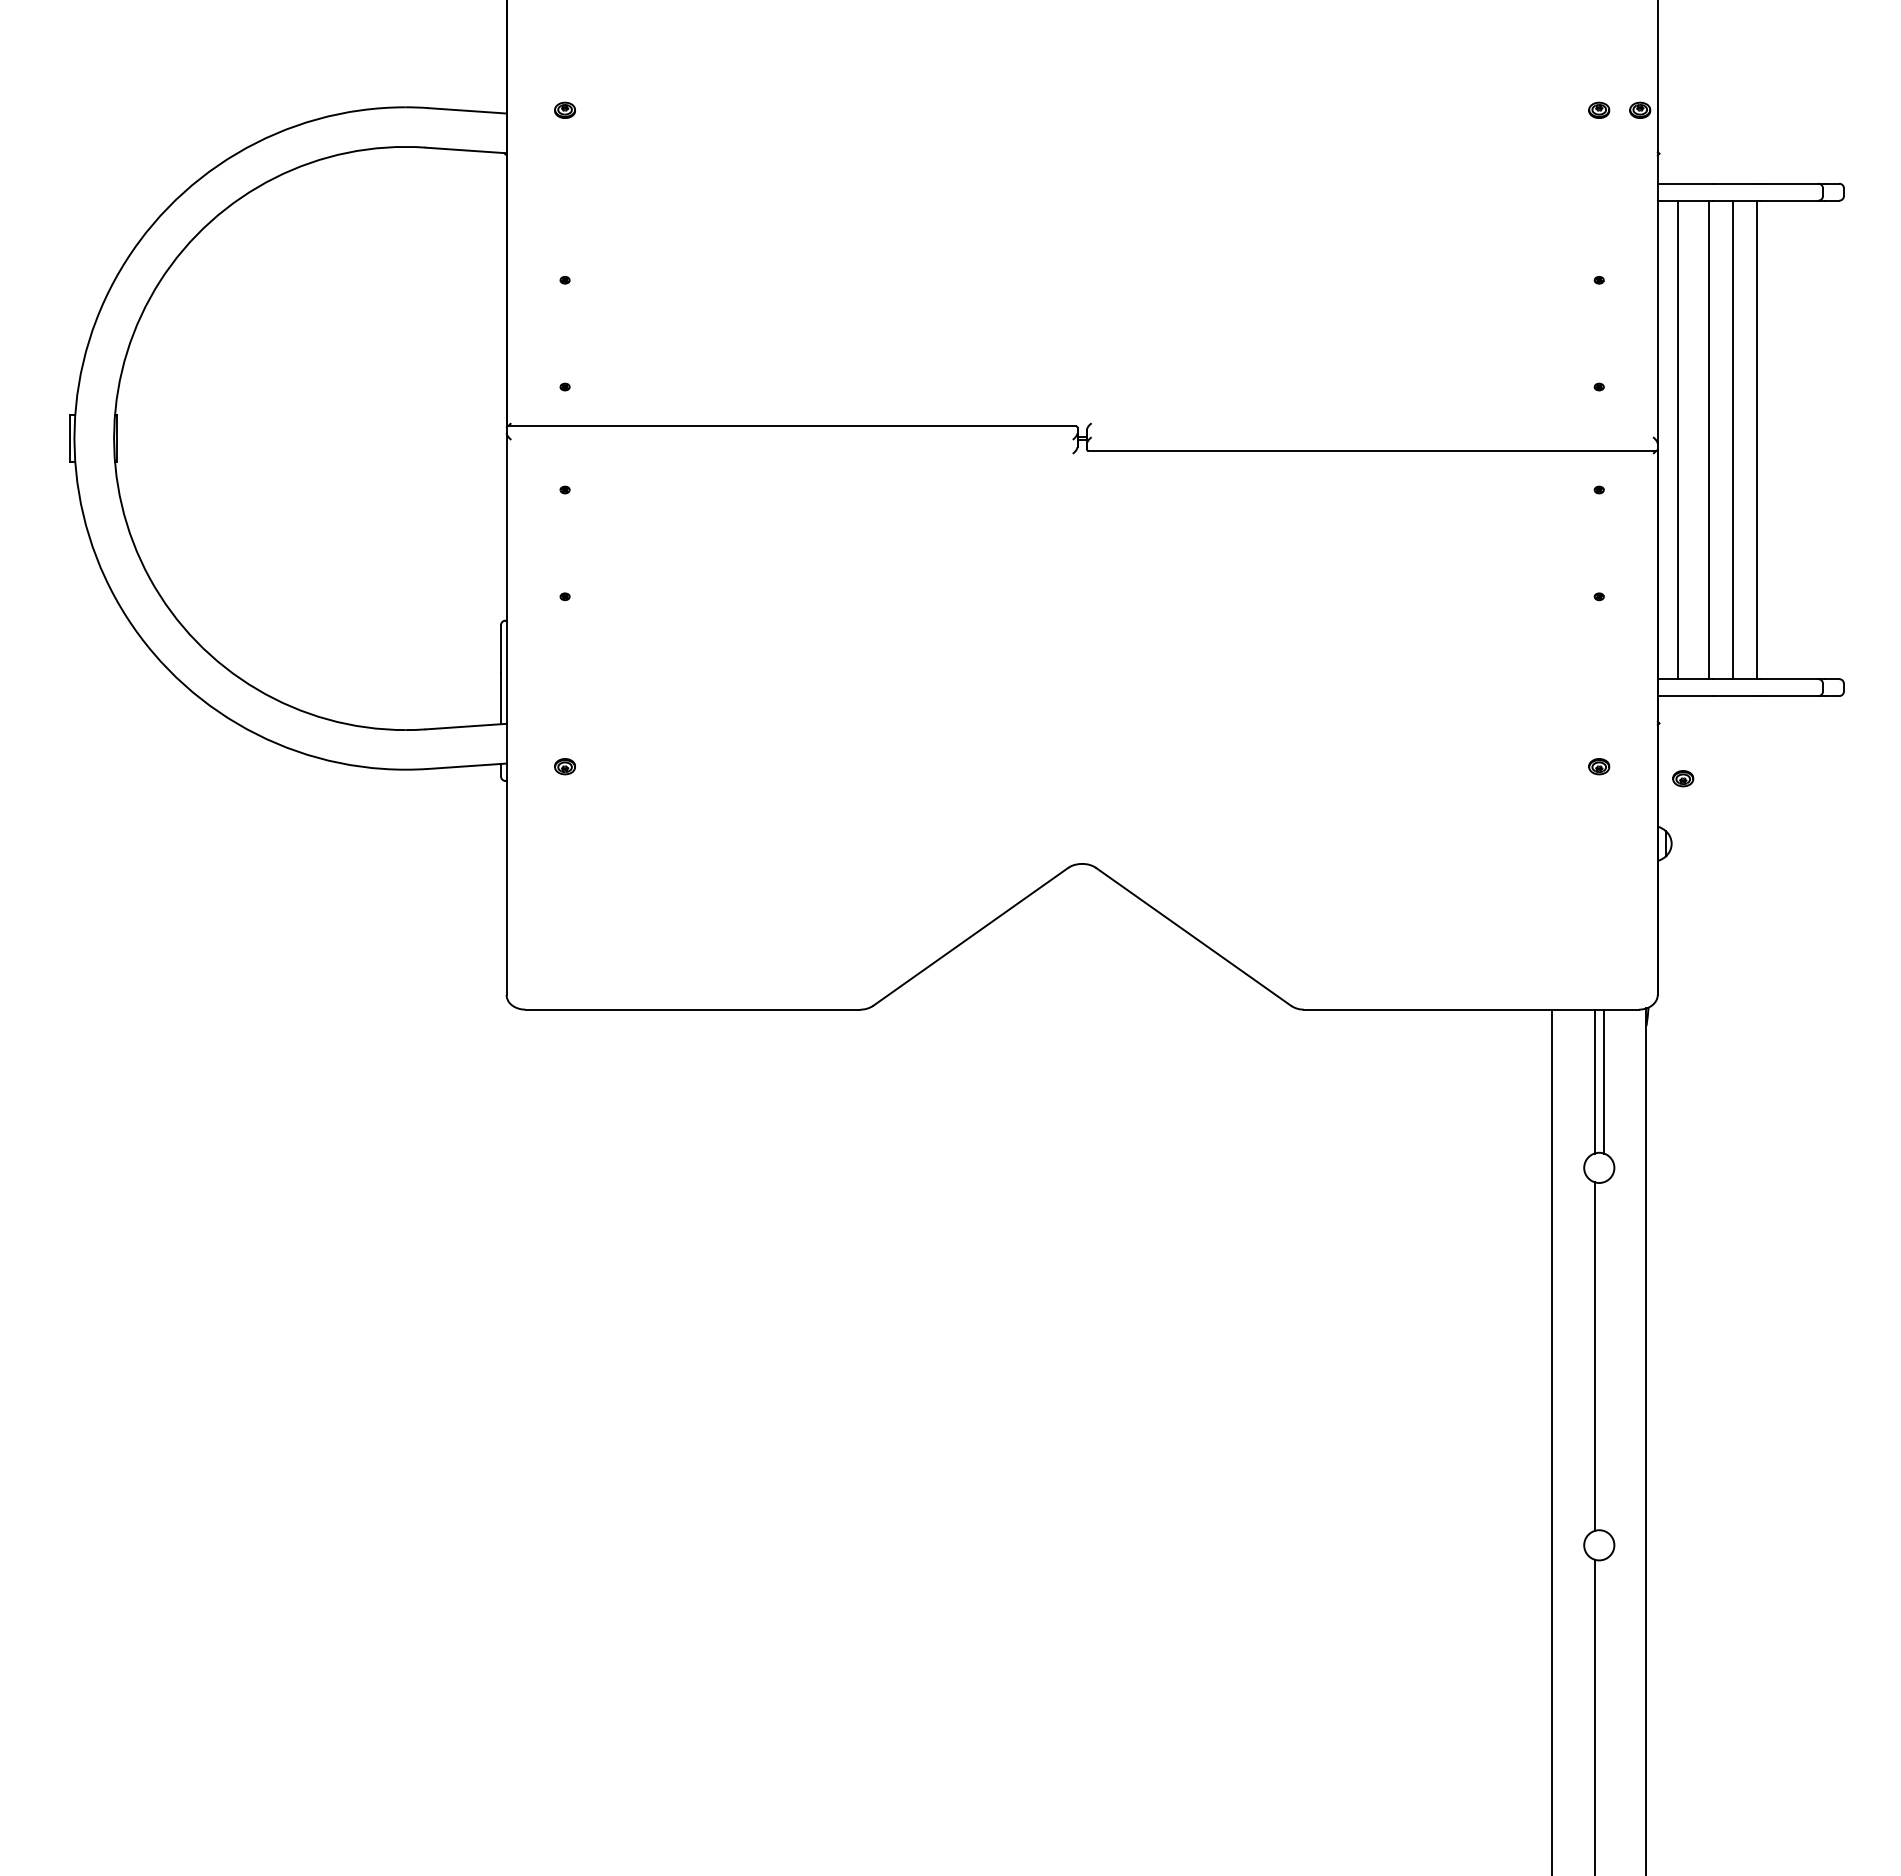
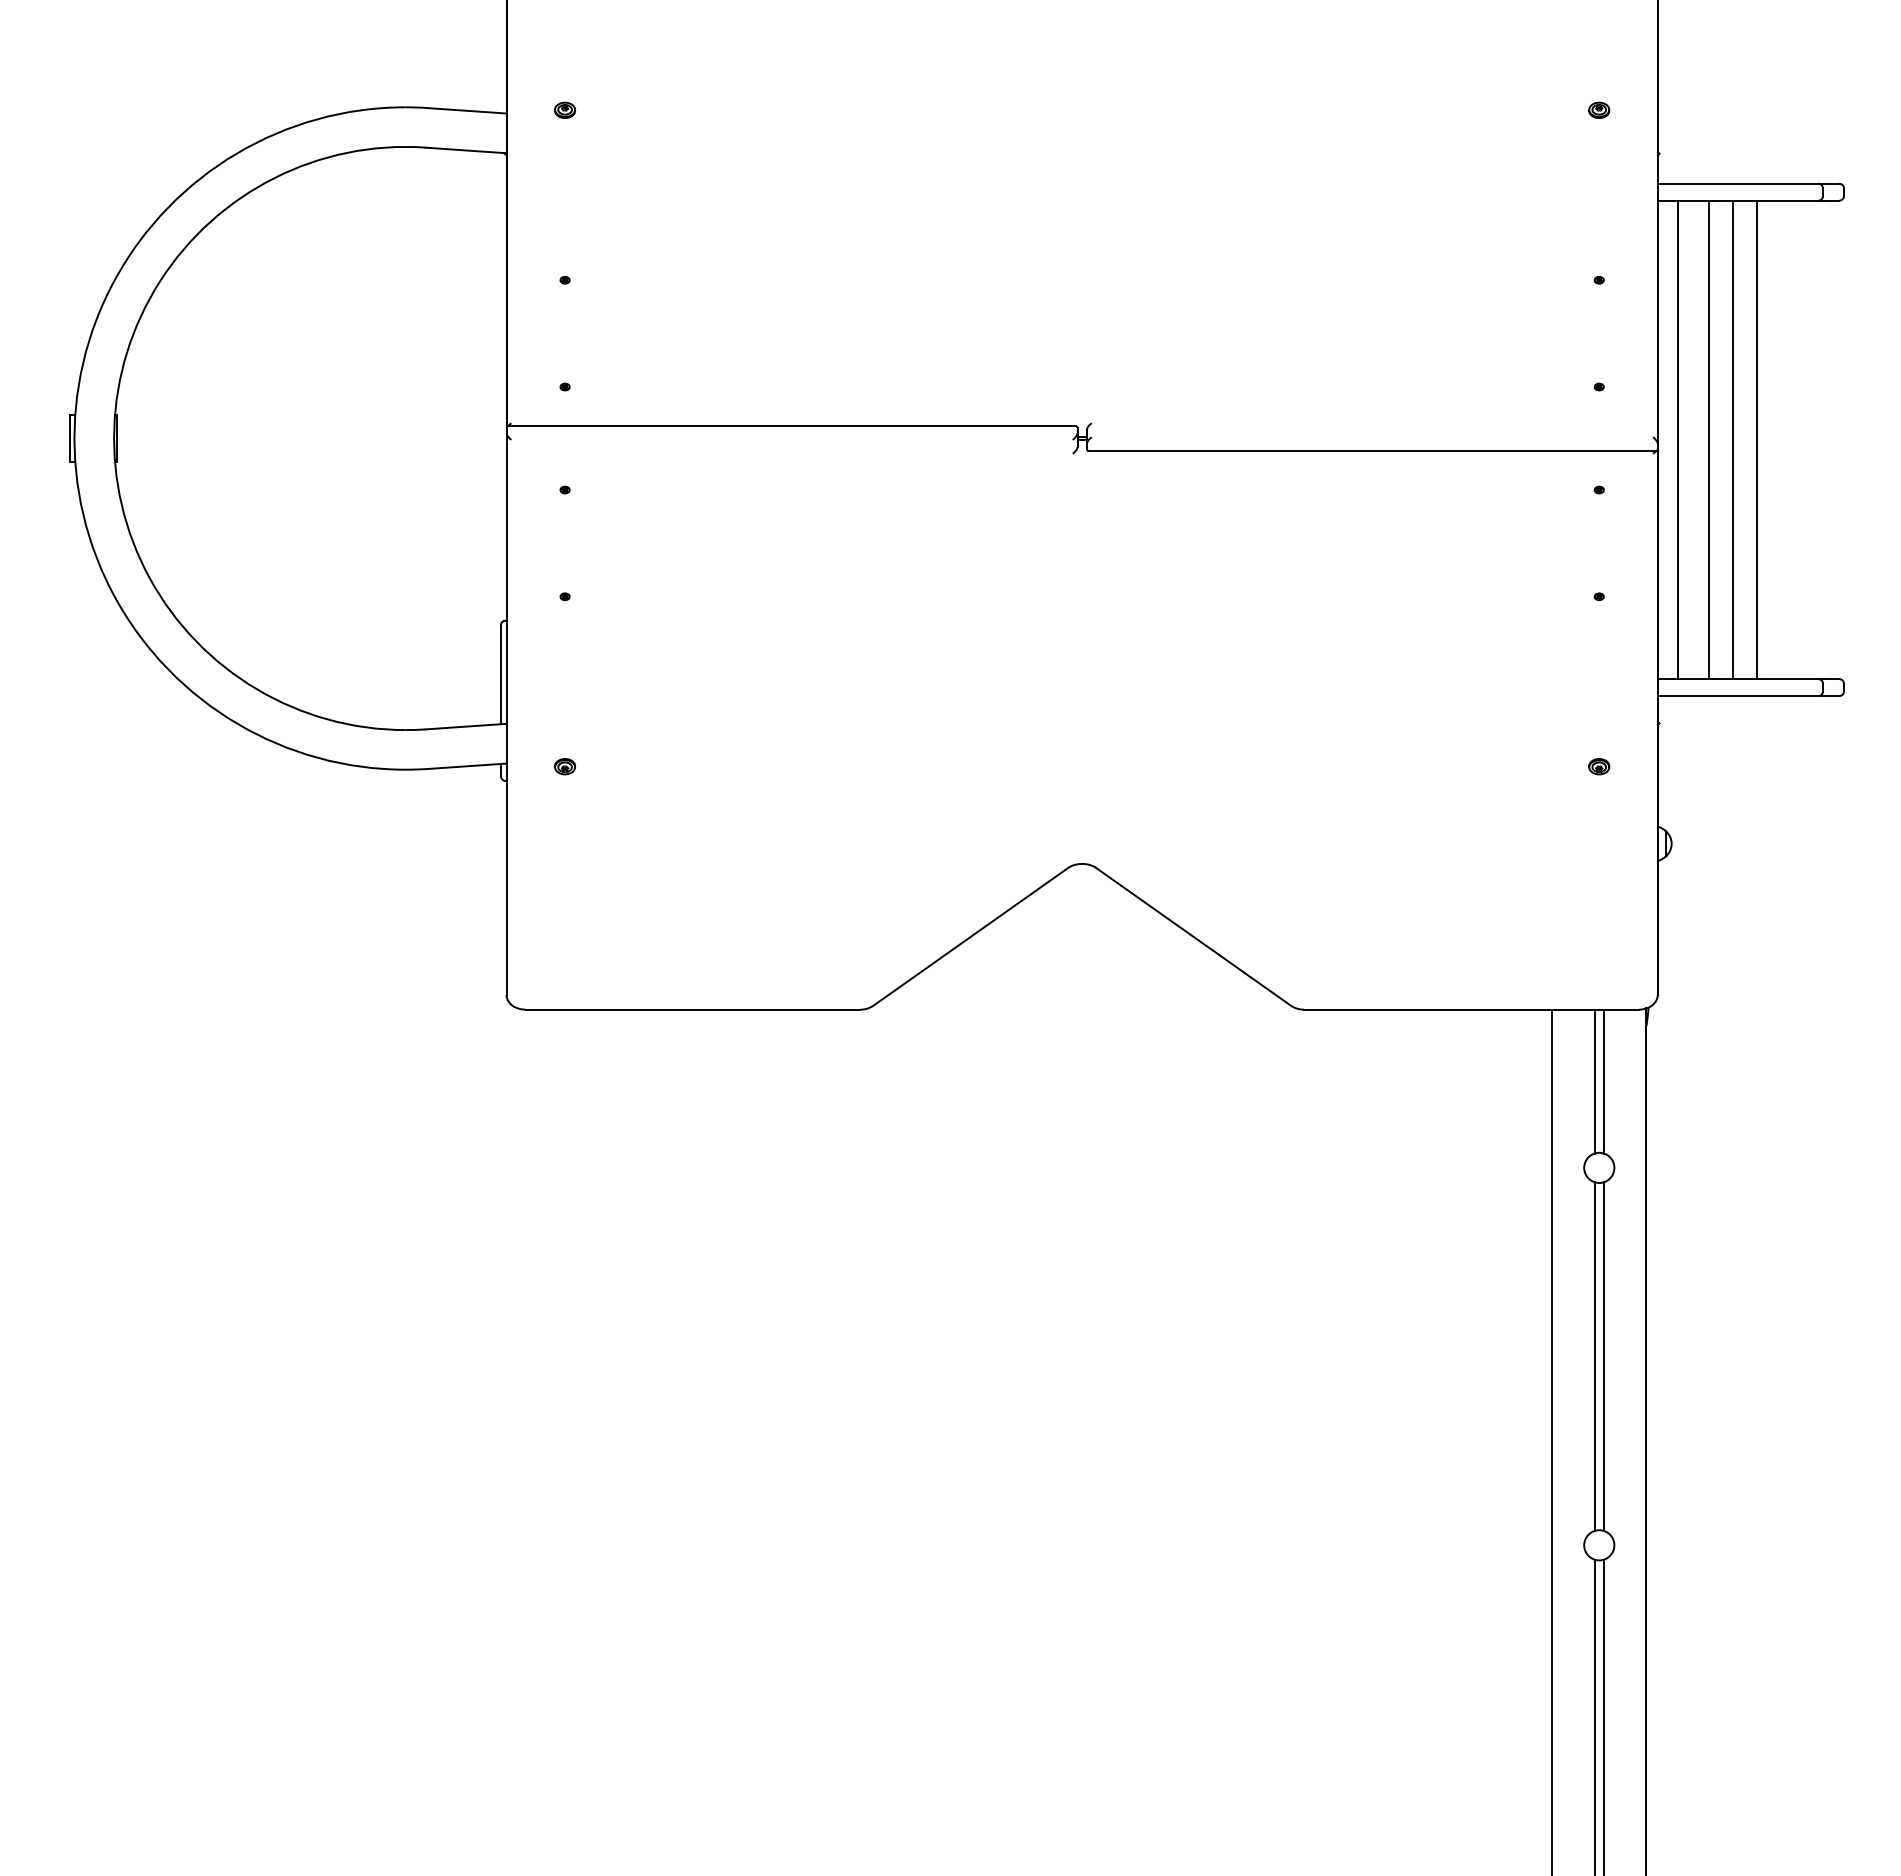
part at (1640, 109): present -> none
part at (1683, 778): present -> none
line at (1604, 1356): none -> present
line at (1604, 1715): none -> present
